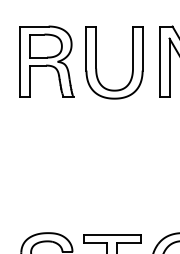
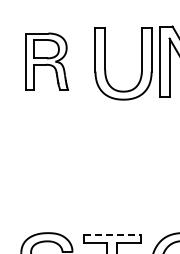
part at (46, 61) size: 56x73 px -> 44x59 px
part at (96, 62) position: (96, 62) -> (105, 63)
line at (112, 234): solid -> dashed
